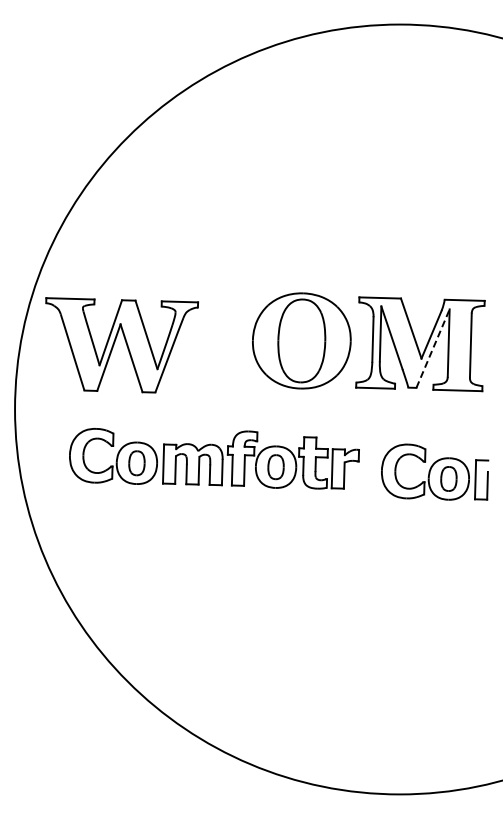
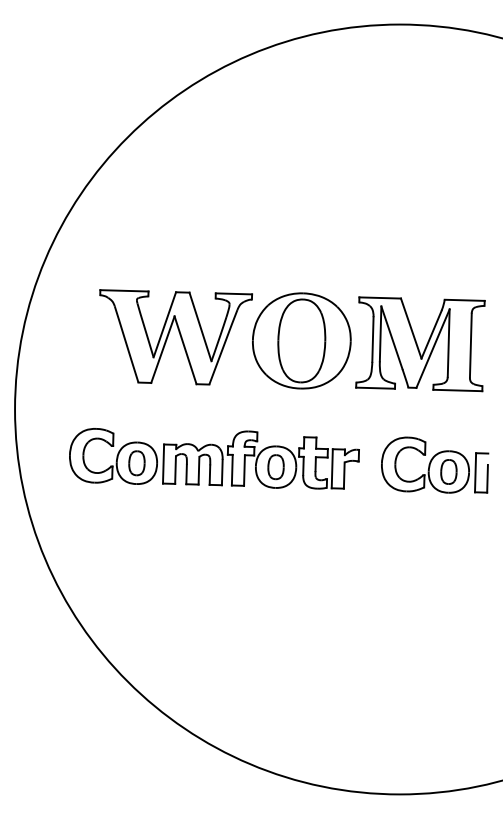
part at (122, 345) position: (122, 345) -> (176, 337)
line at (433, 348): dashed -> solid
part at (435, 471) position: (435, 471) -> (435, 464)
